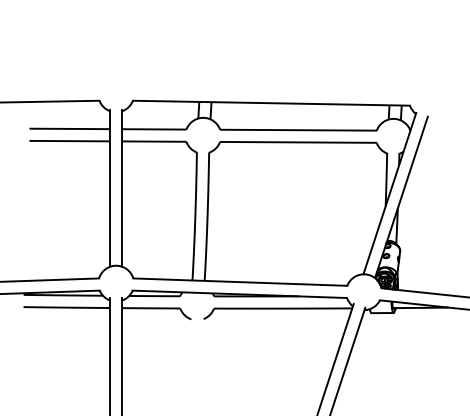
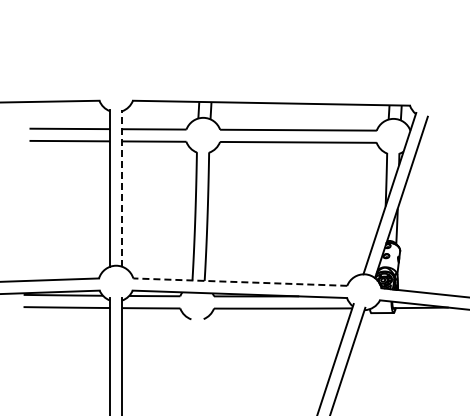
line at (122, 187): solid -> dashed
line at (239, 282): solid -> dashed
